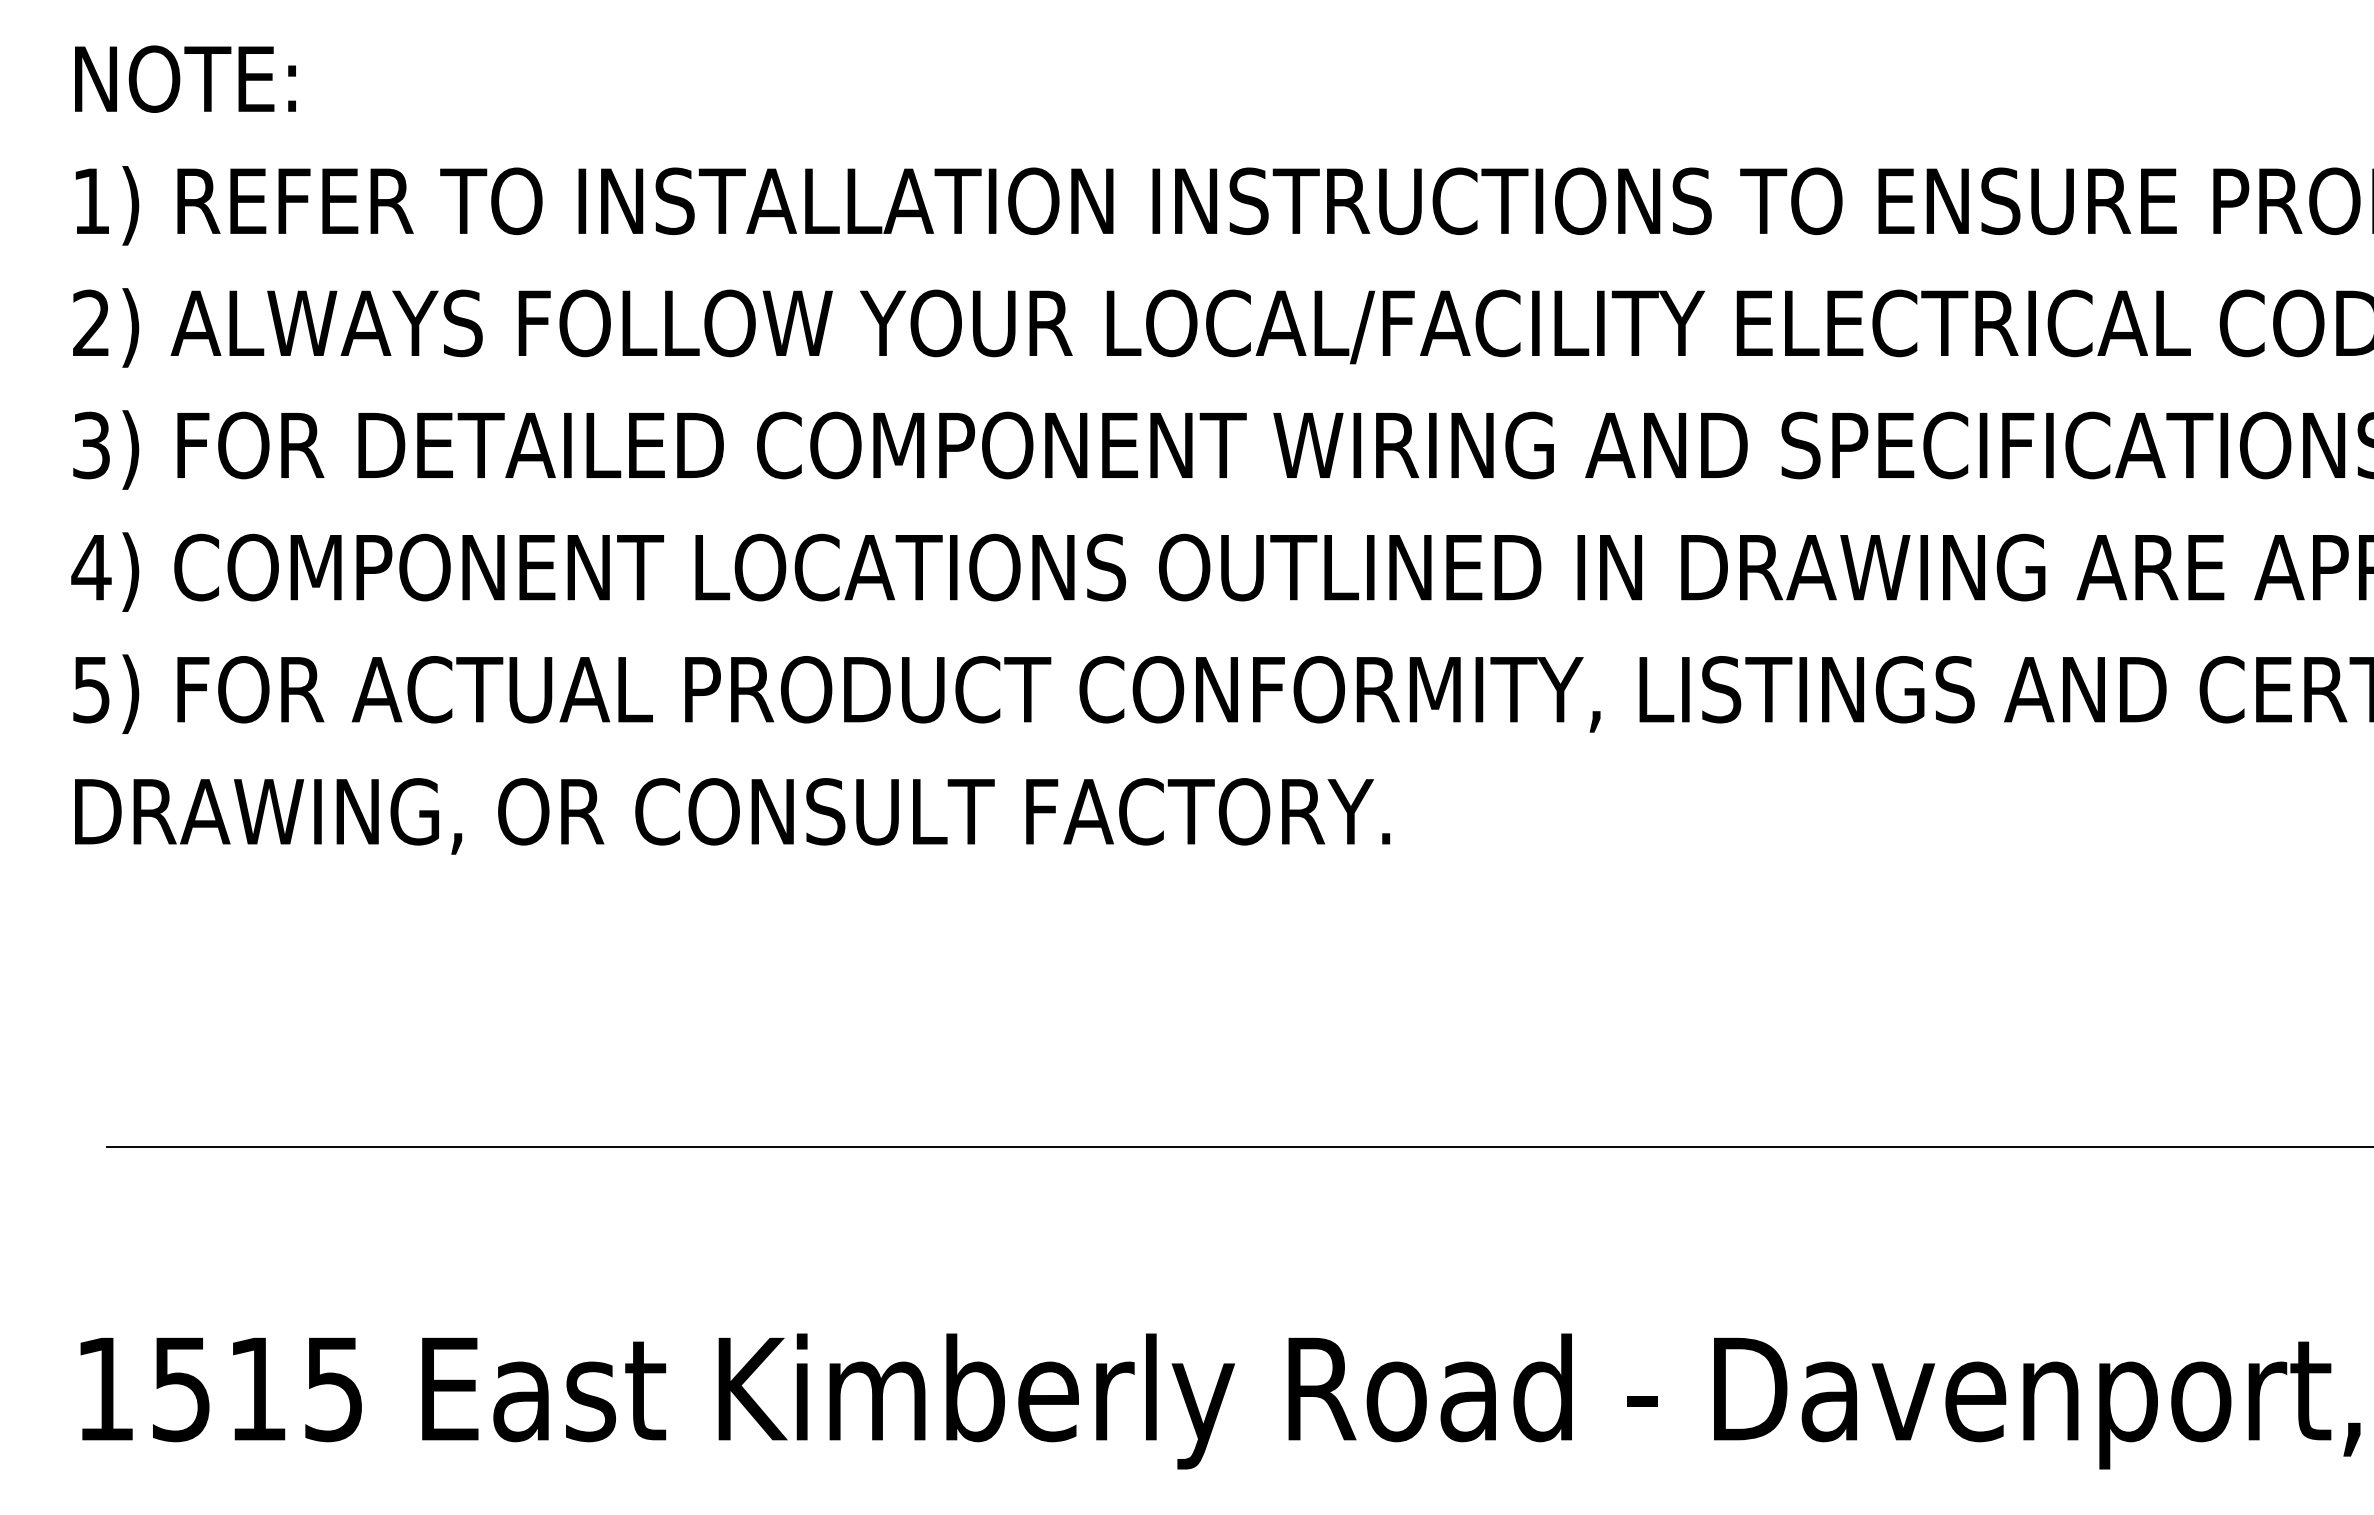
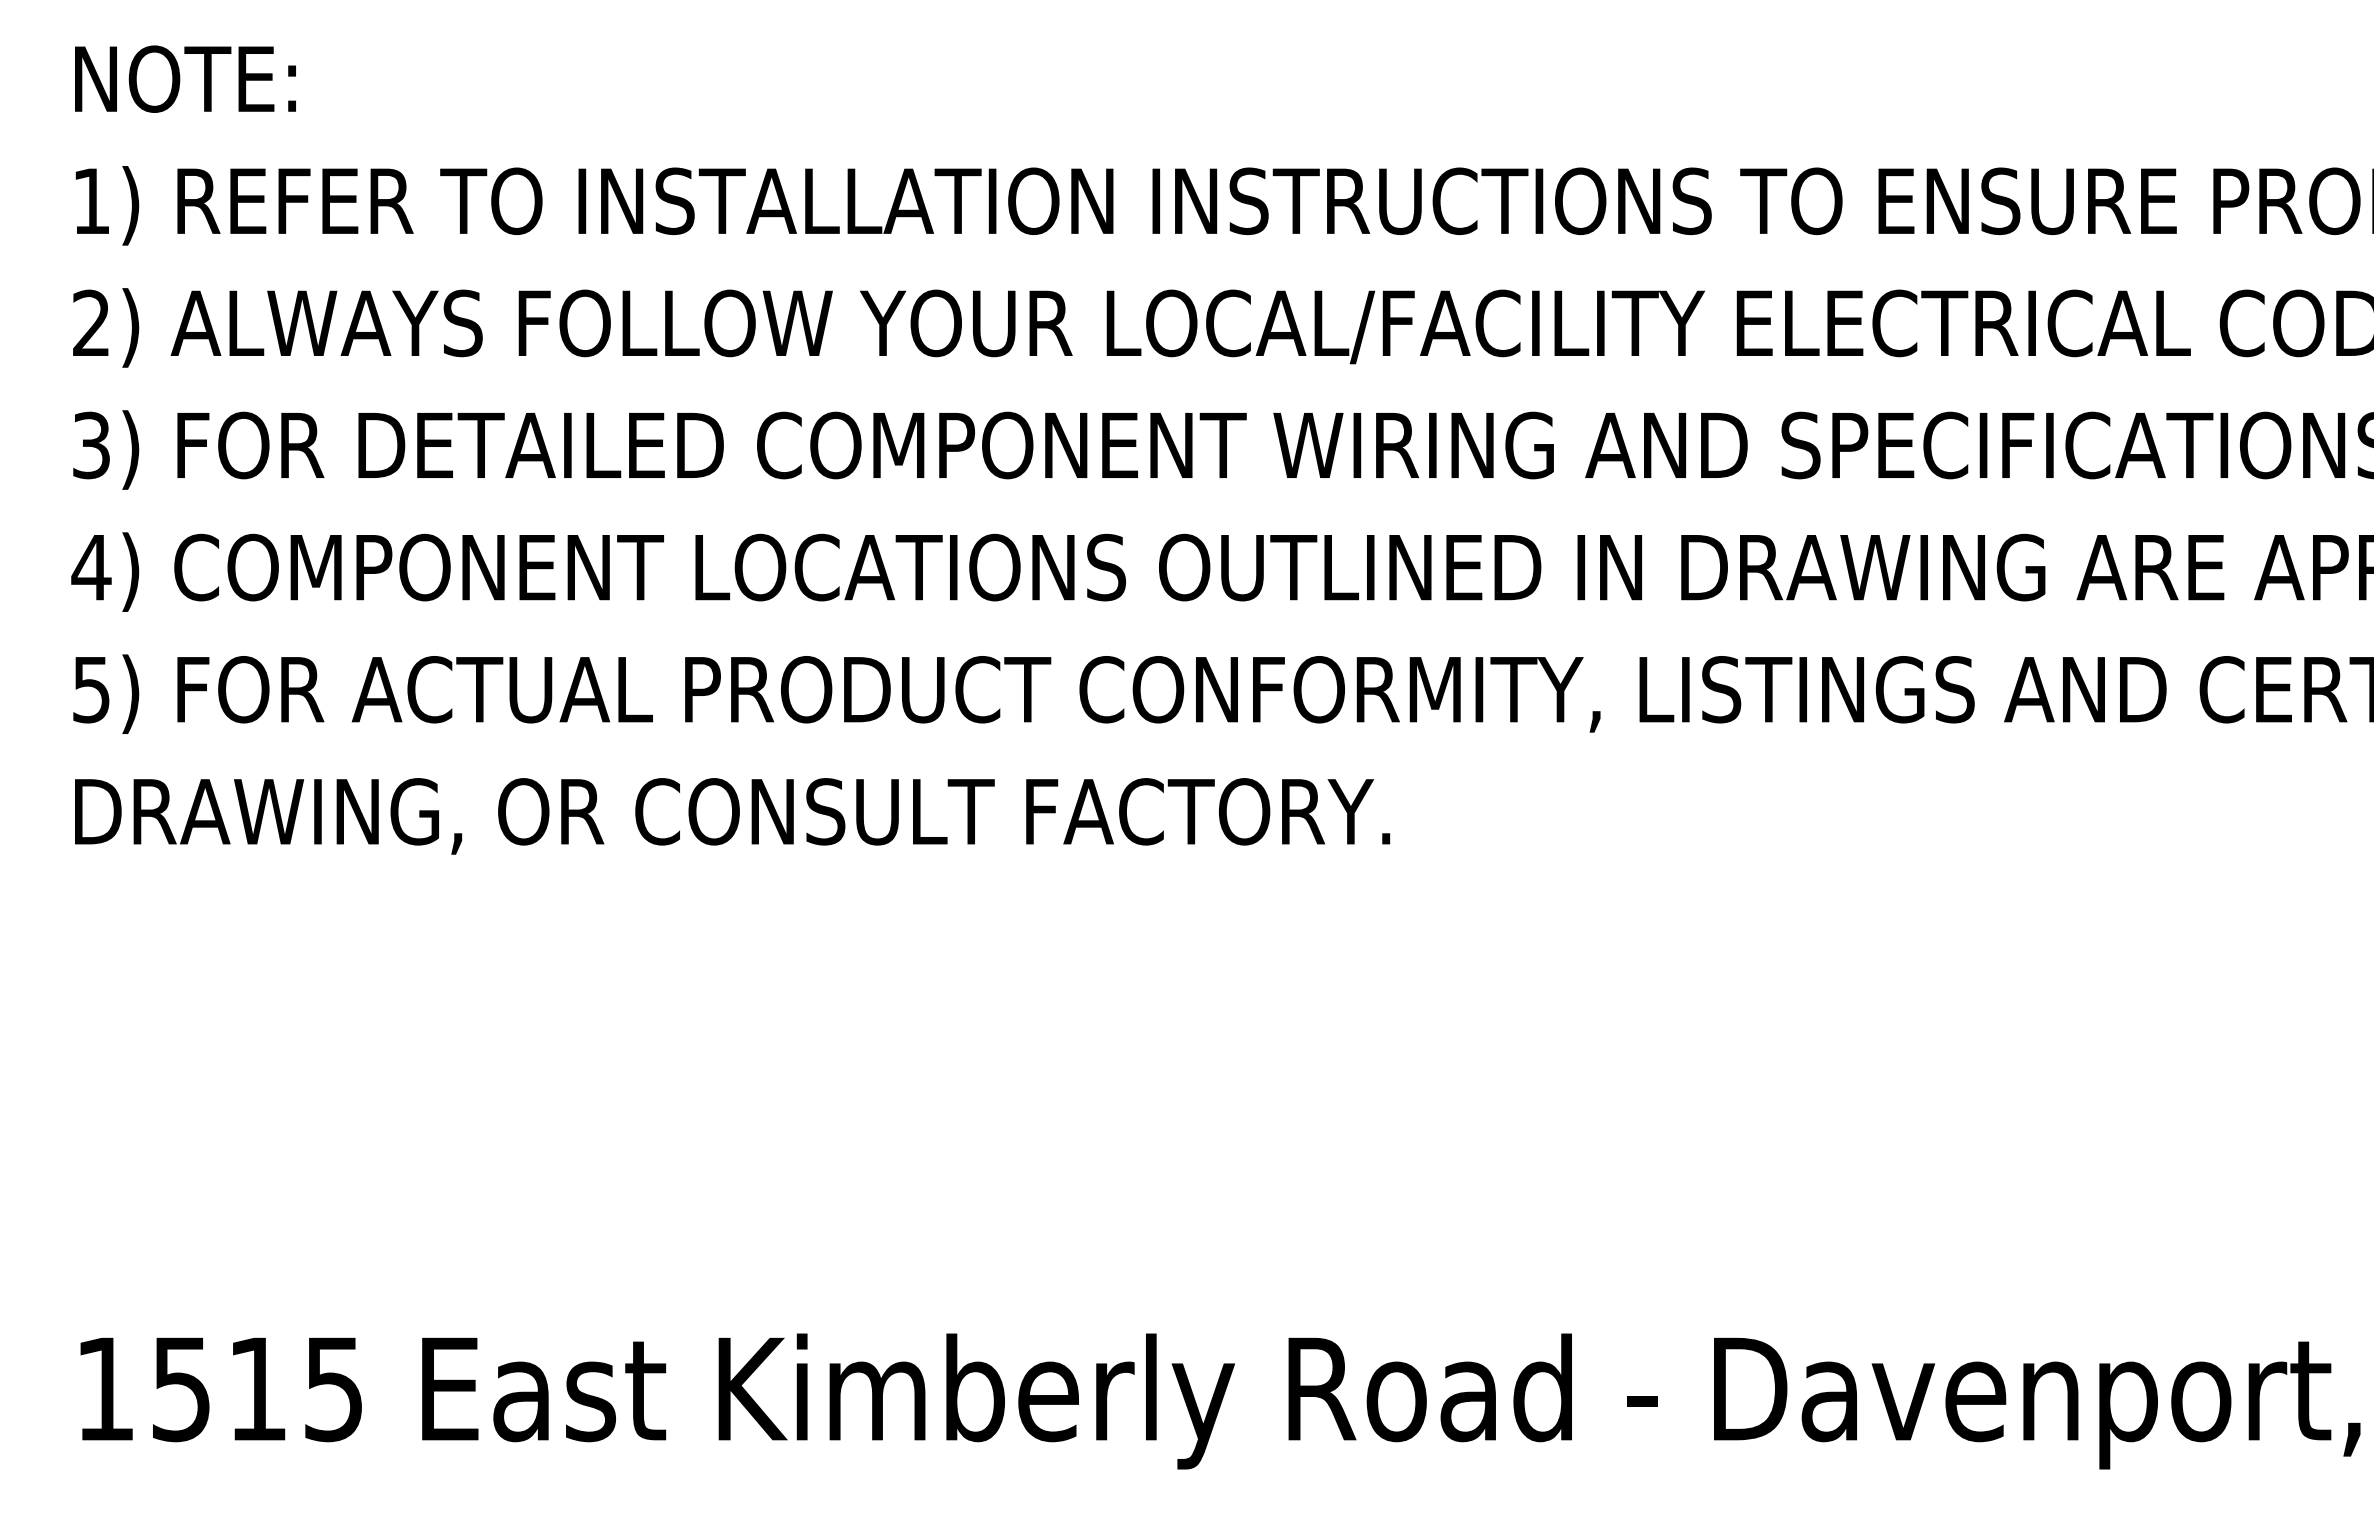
line at (1238, 1146): present -> none
